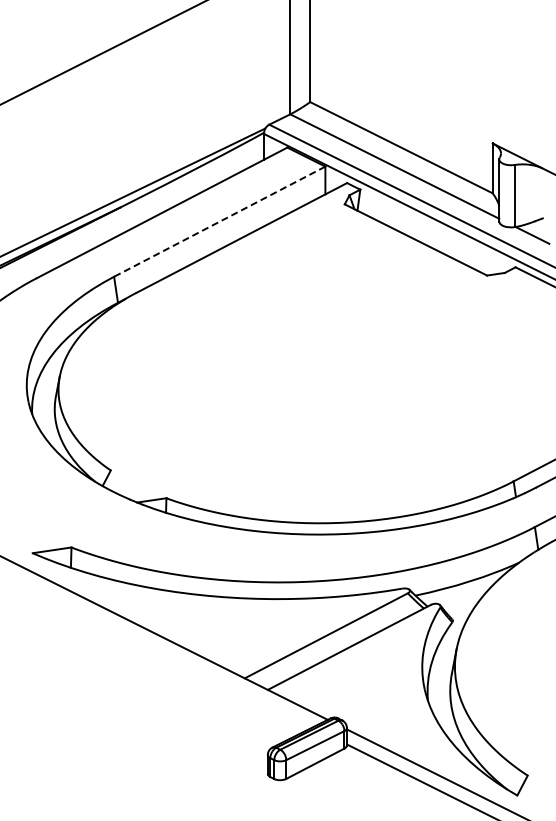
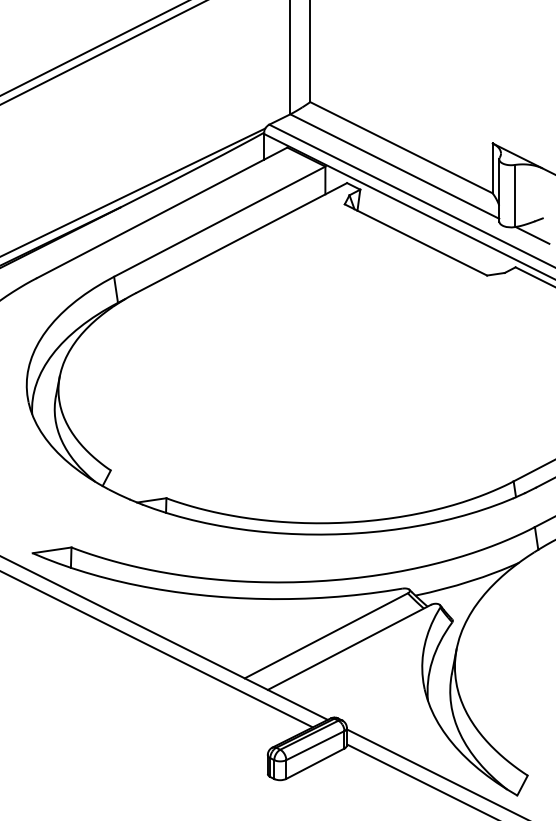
line at (93, 48): none -> present
line at (219, 221): dashed -> solid
line at (157, 649): none -> present
